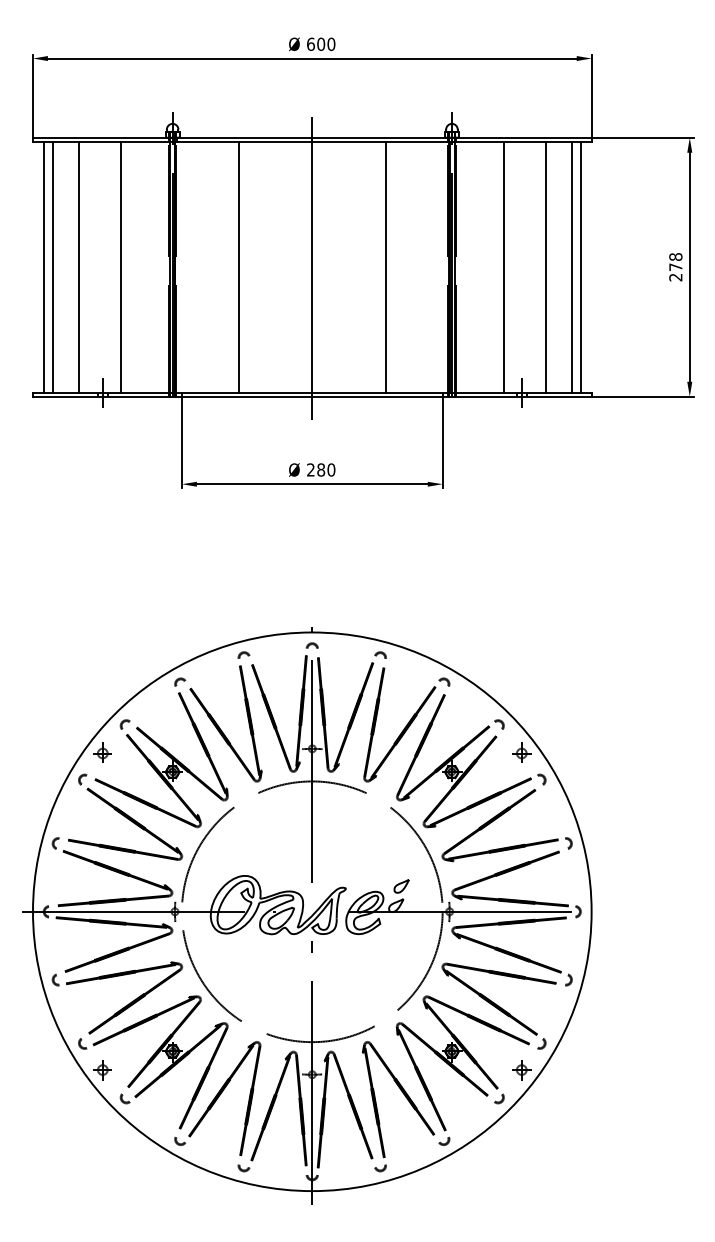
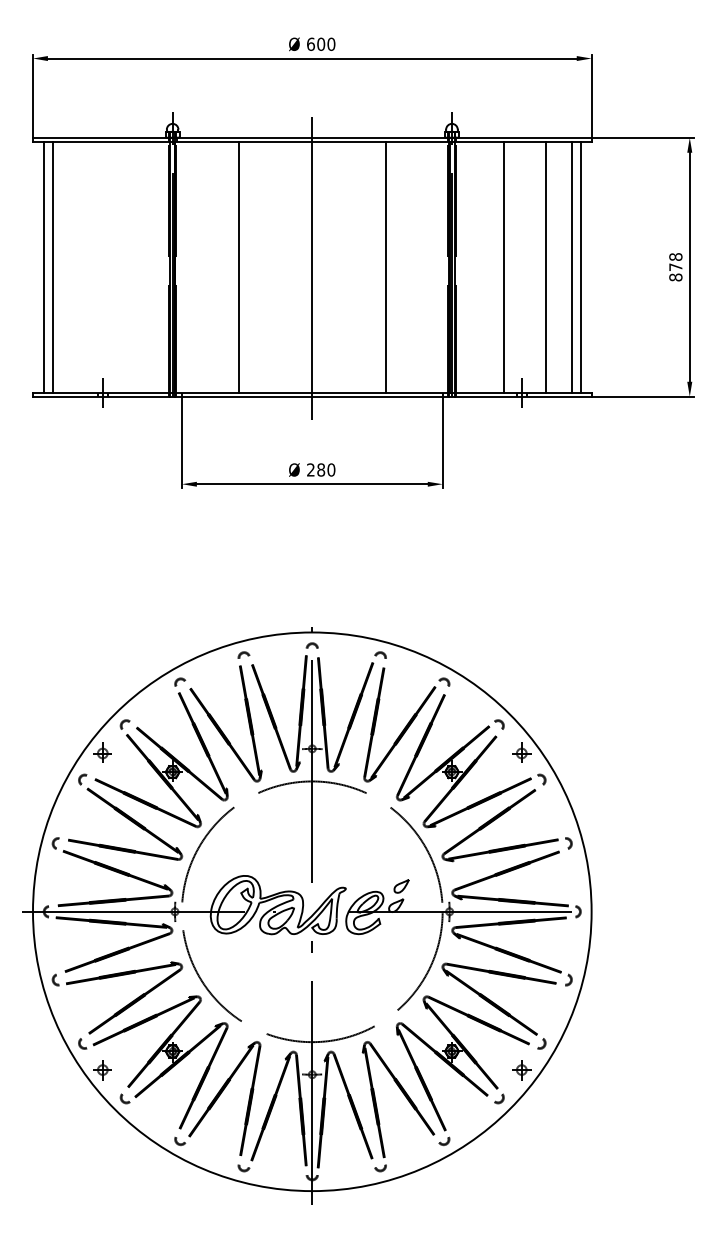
line at (78, 266): present -> none
line at (120, 266): present -> none
text at (675, 277): 278 -> 878
